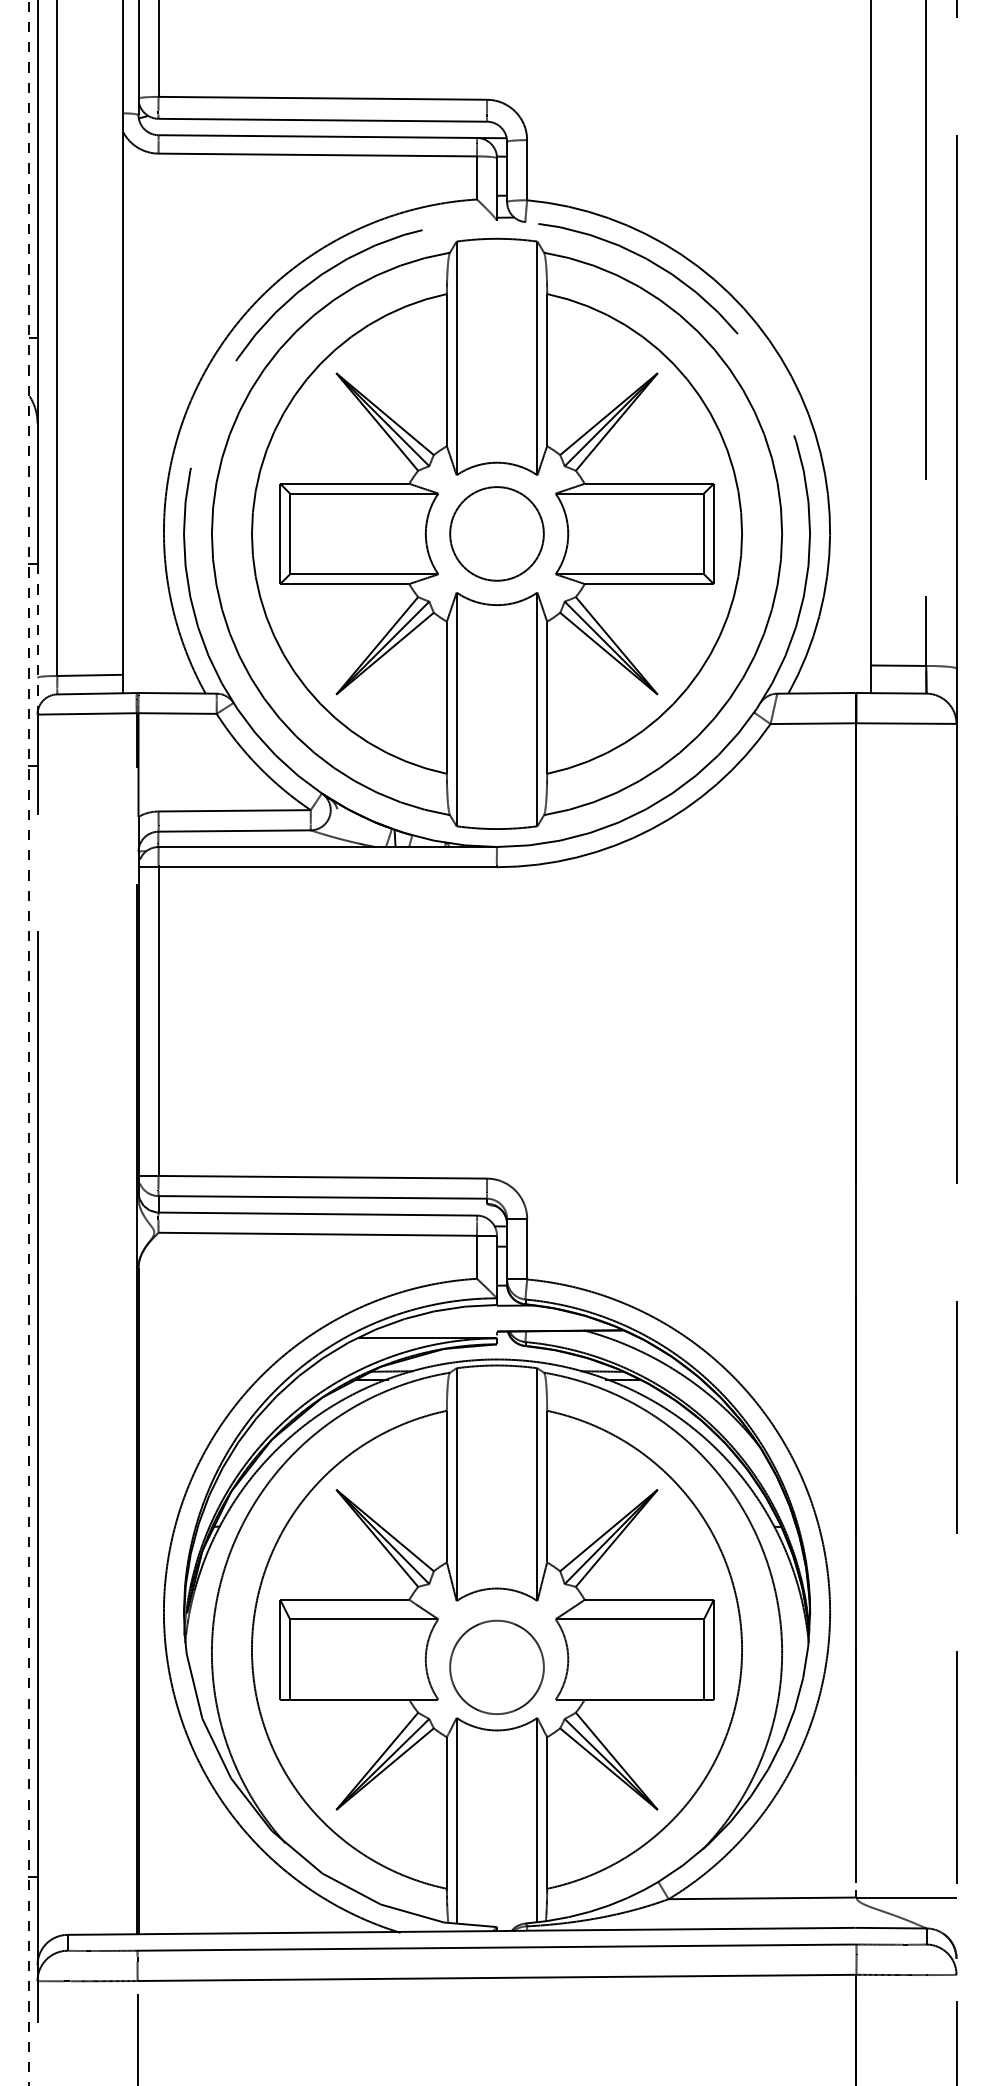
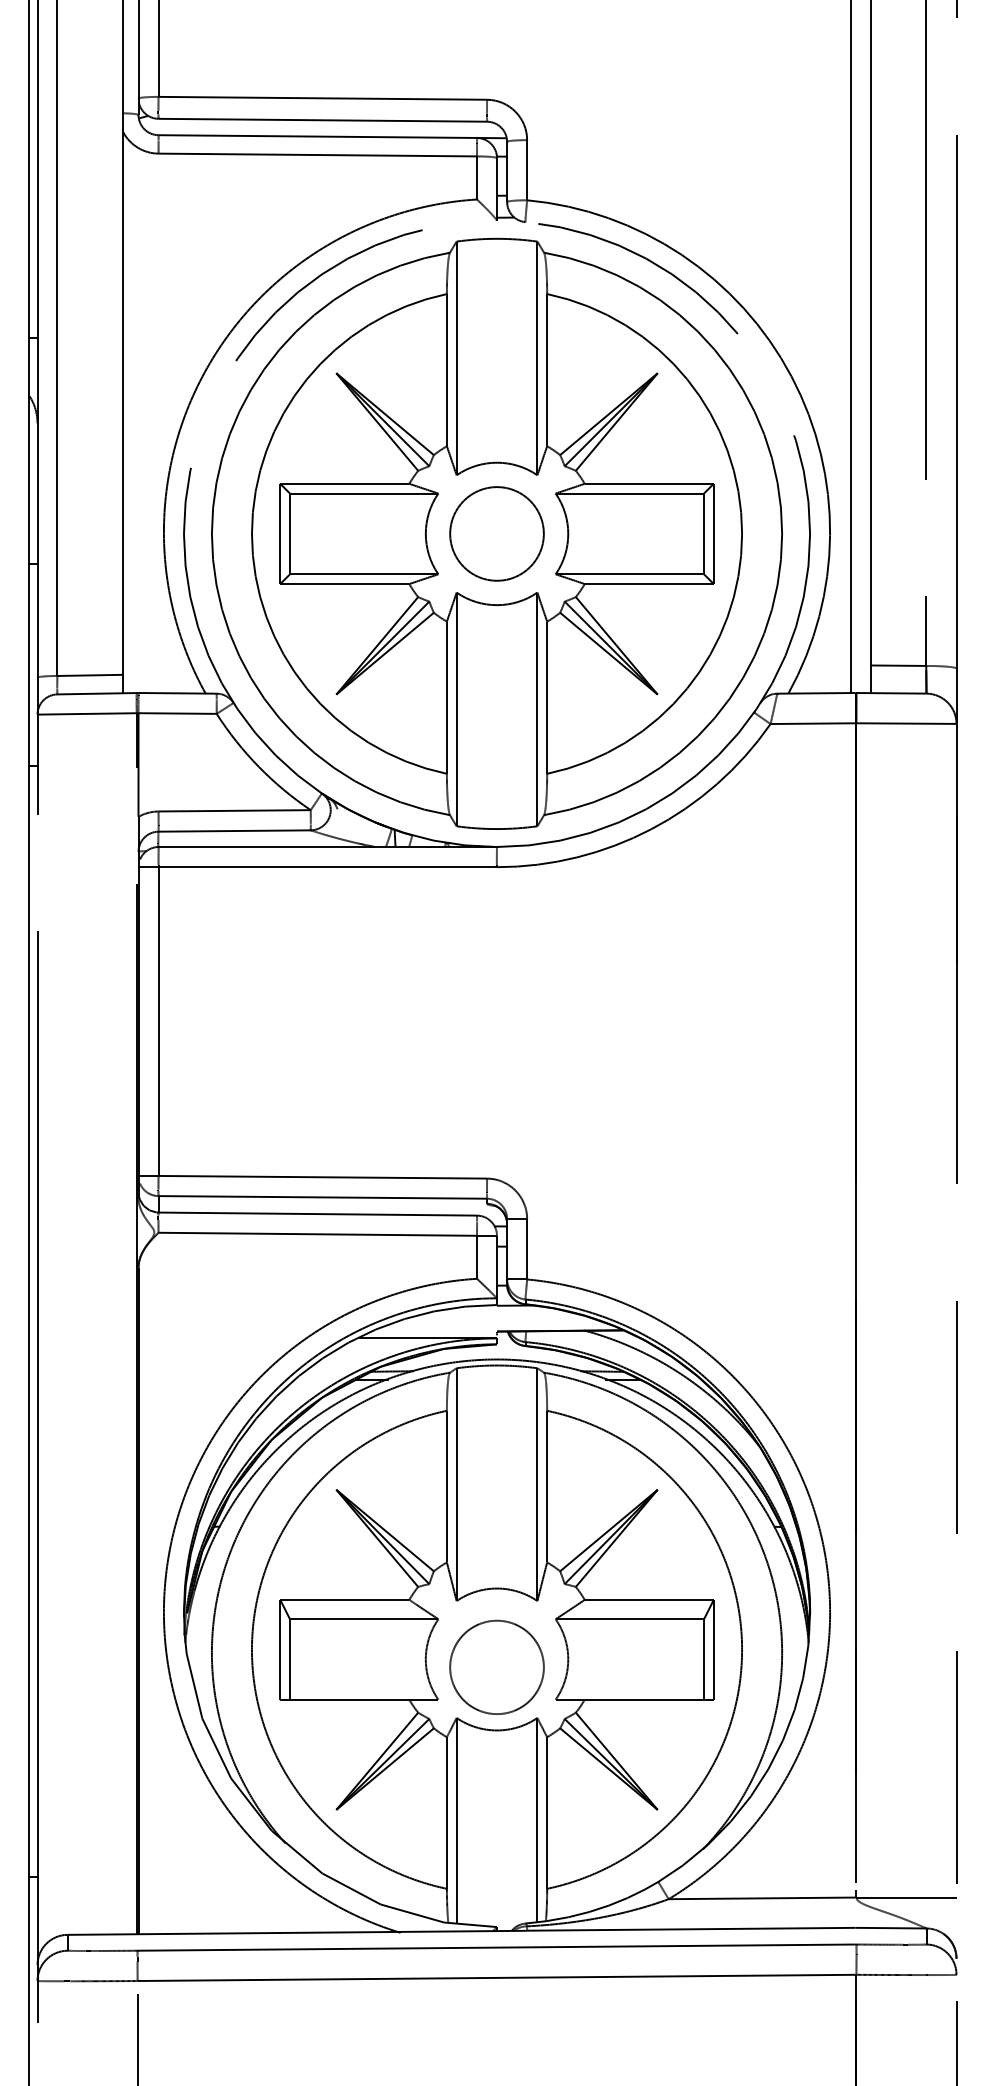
line at (850, 347): none -> present
line at (37, 639): dashed -> solid
line at (29, 1042): dashed -> solid
